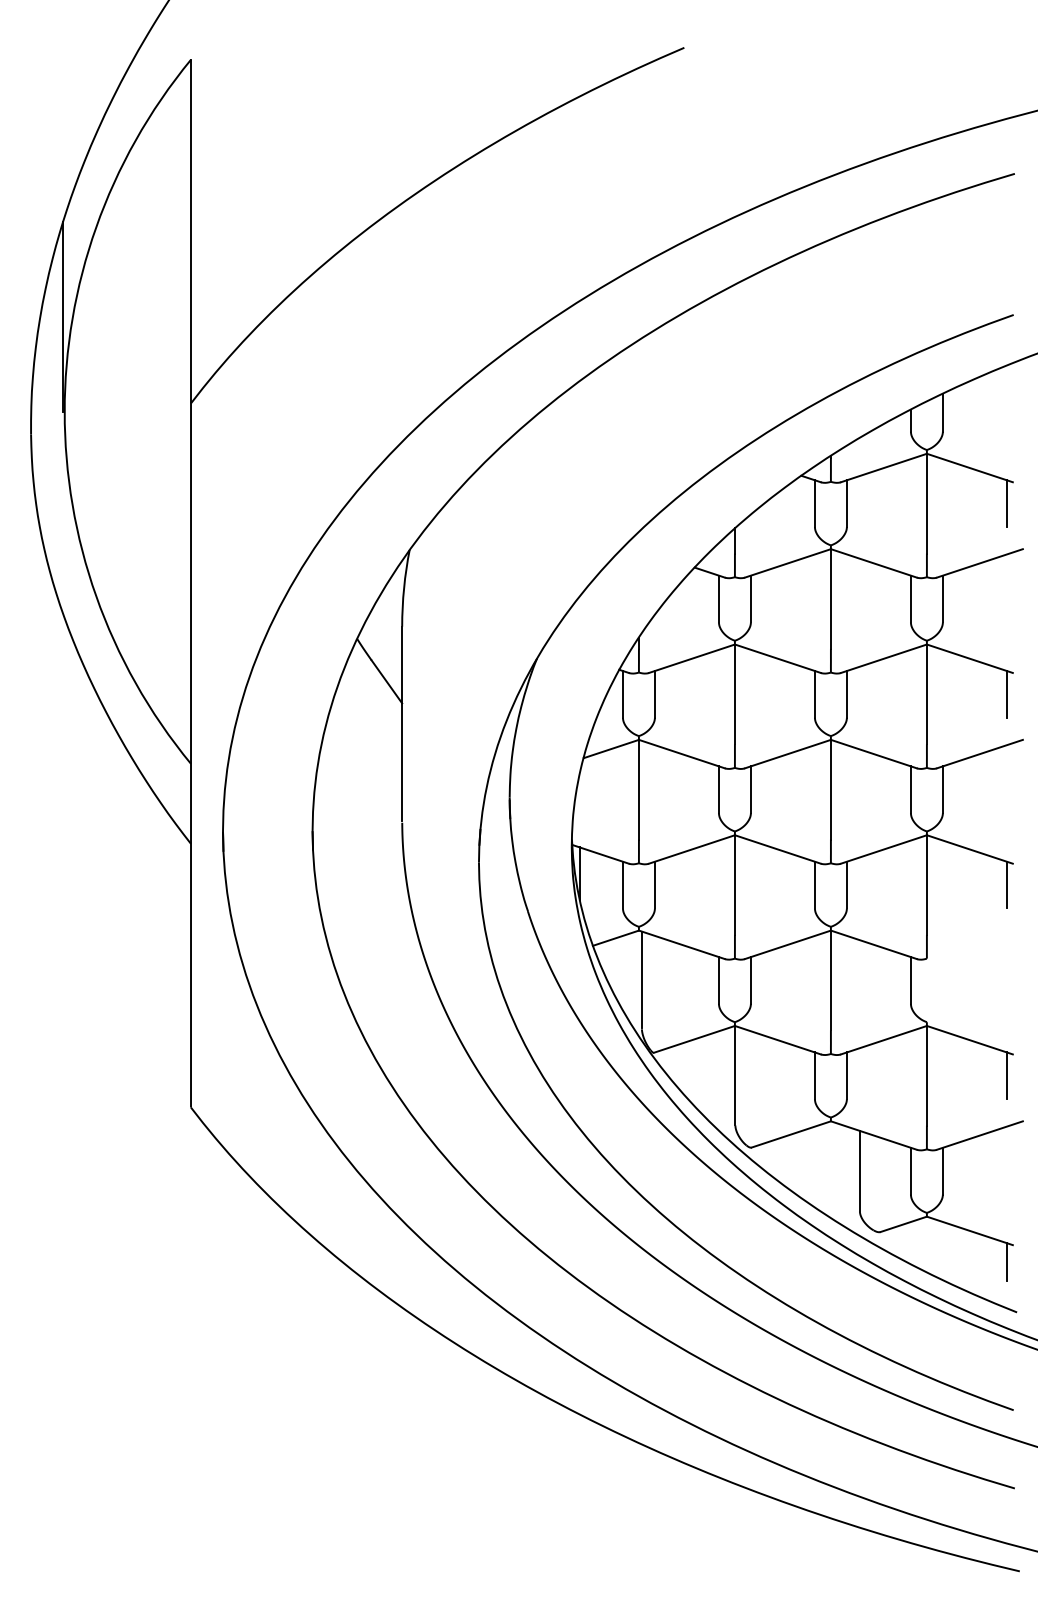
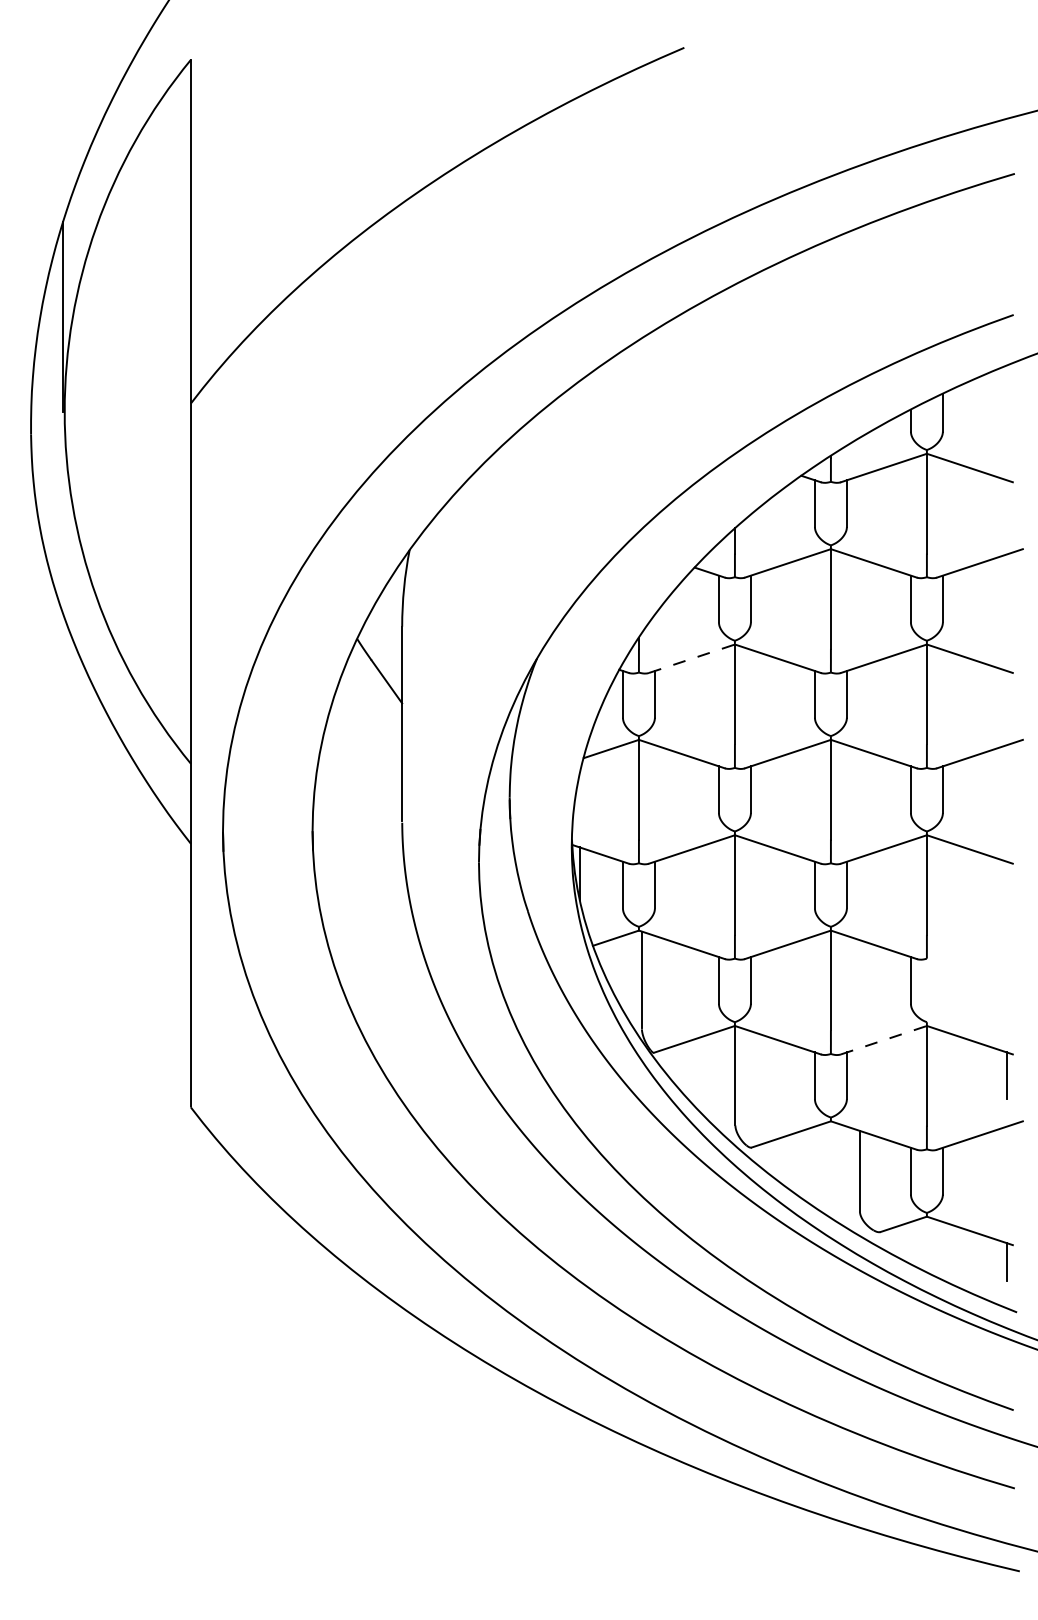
line at (1006, 503): present -> none
line at (692, 658): solid -> dashed
line at (1006, 694): present -> none
line at (1006, 884): present -> none
line at (884, 1040): solid -> dashed
